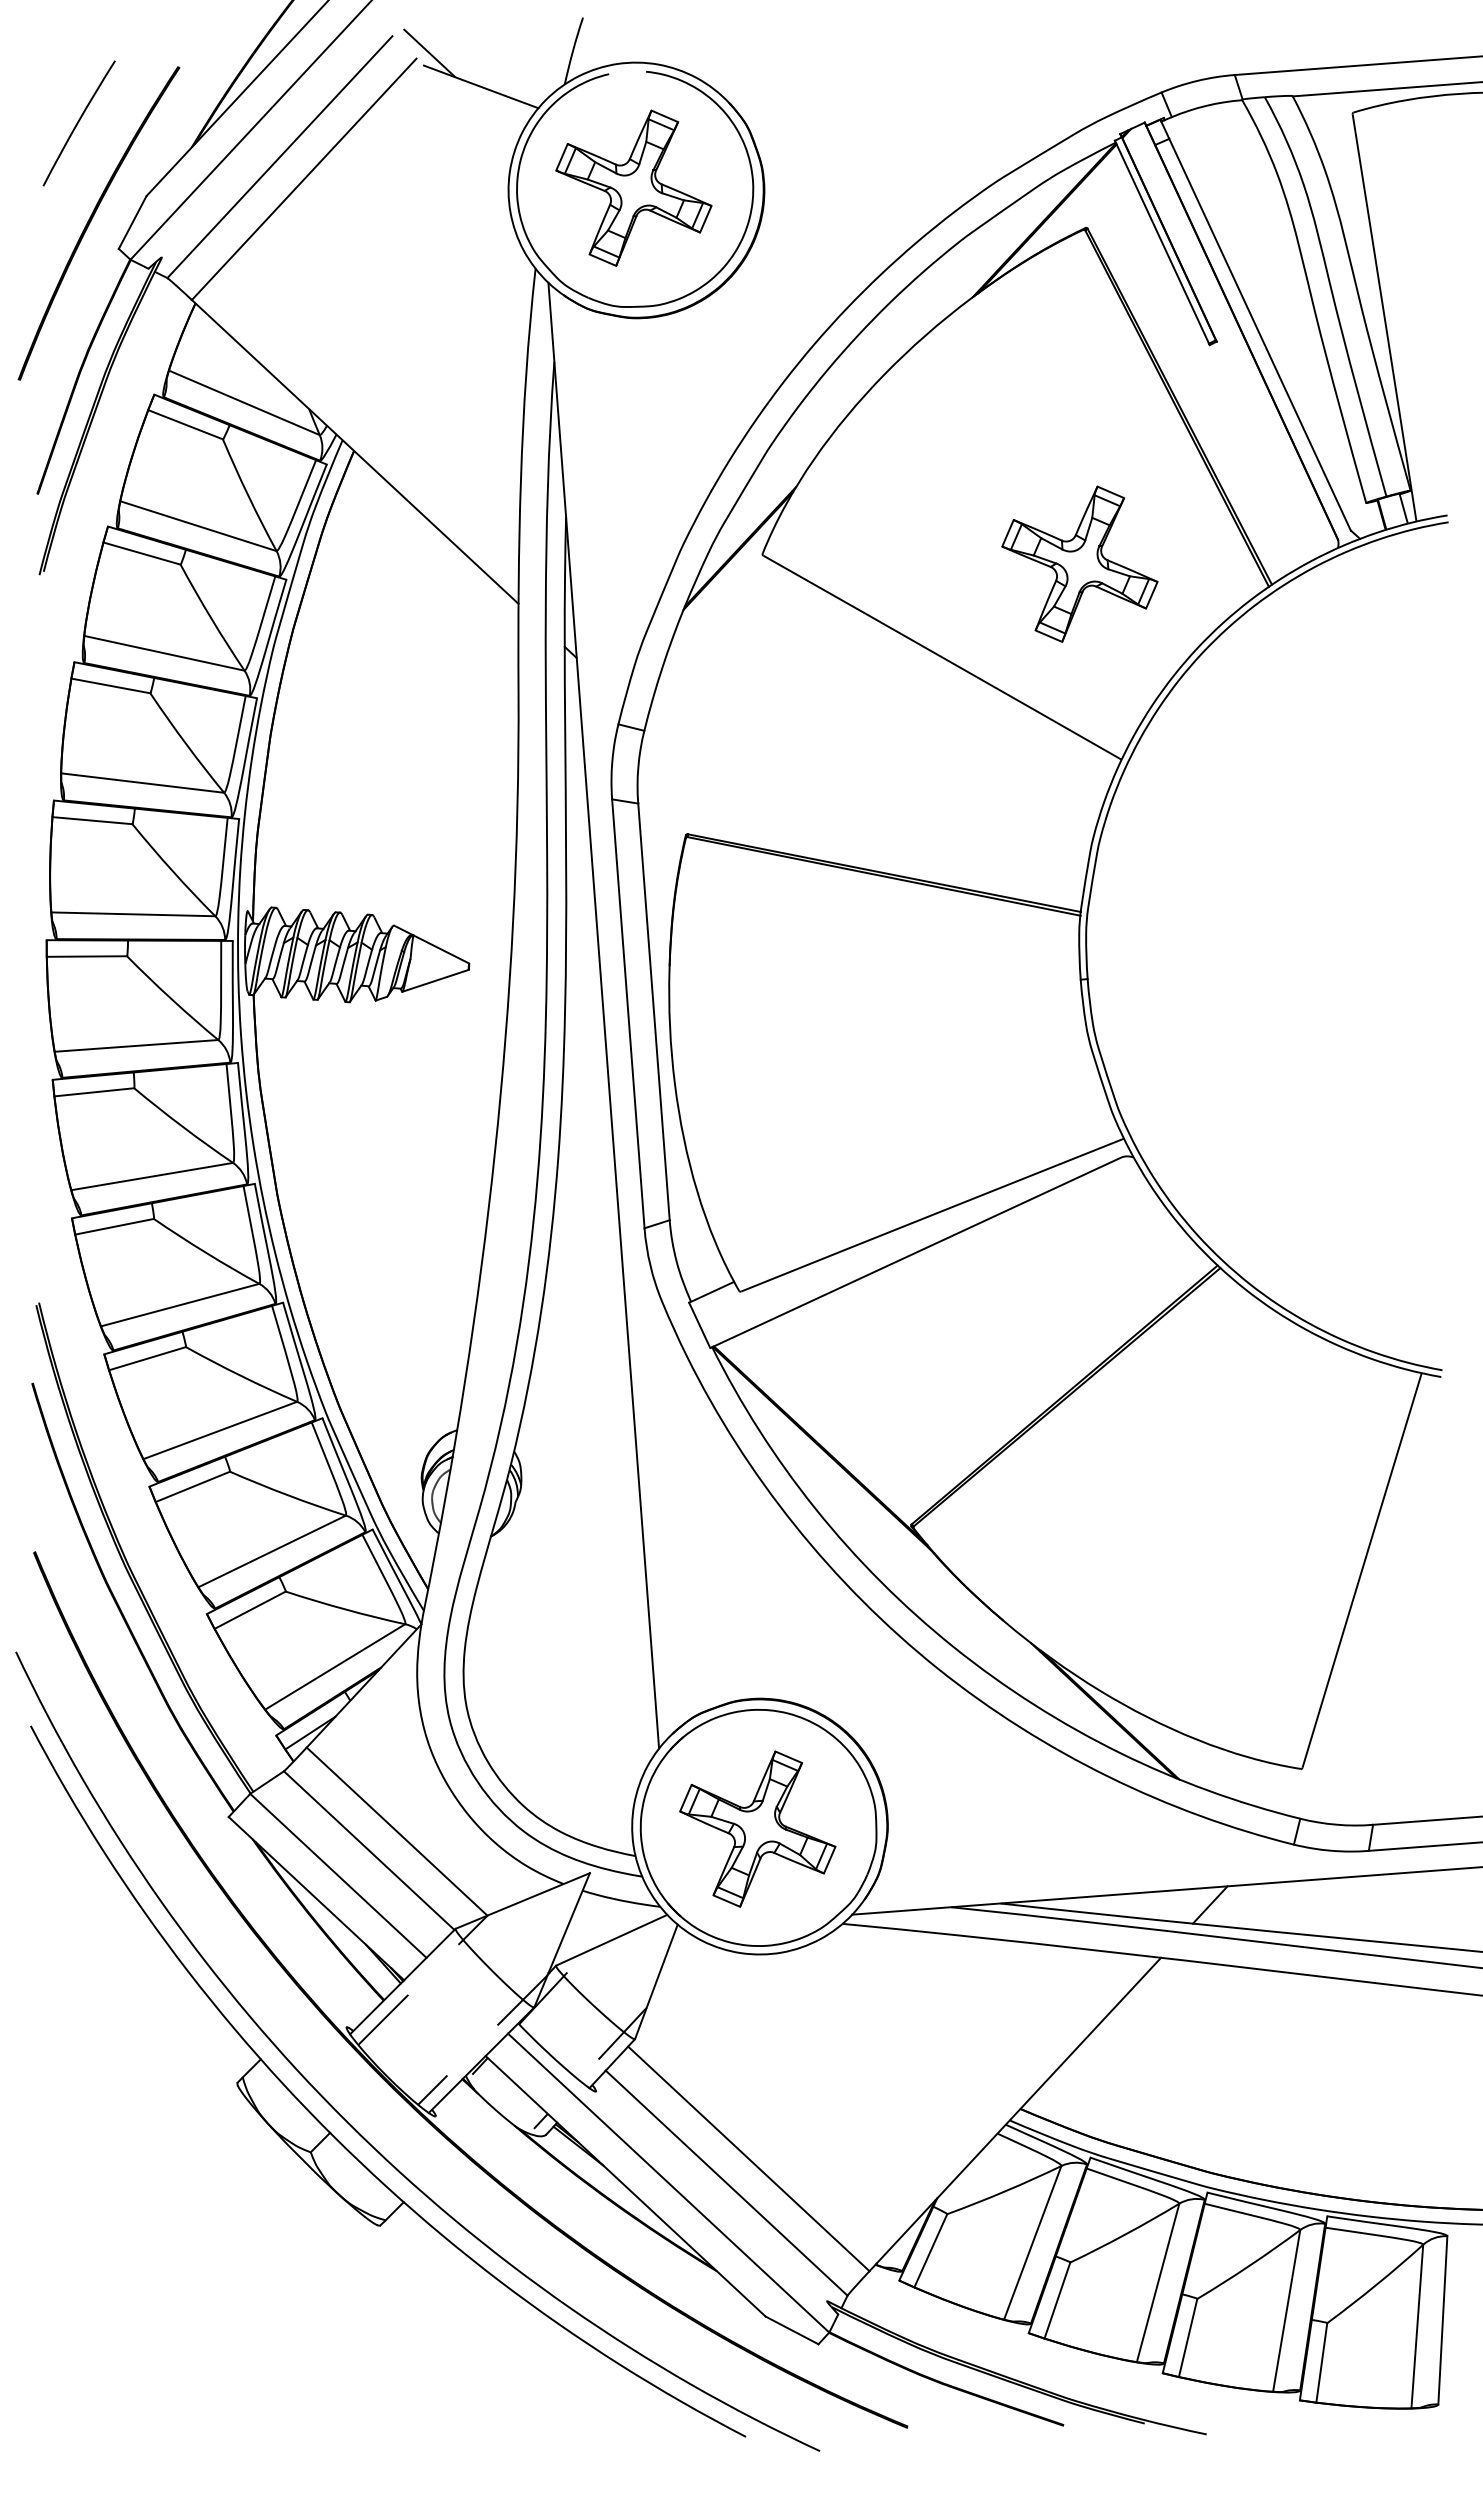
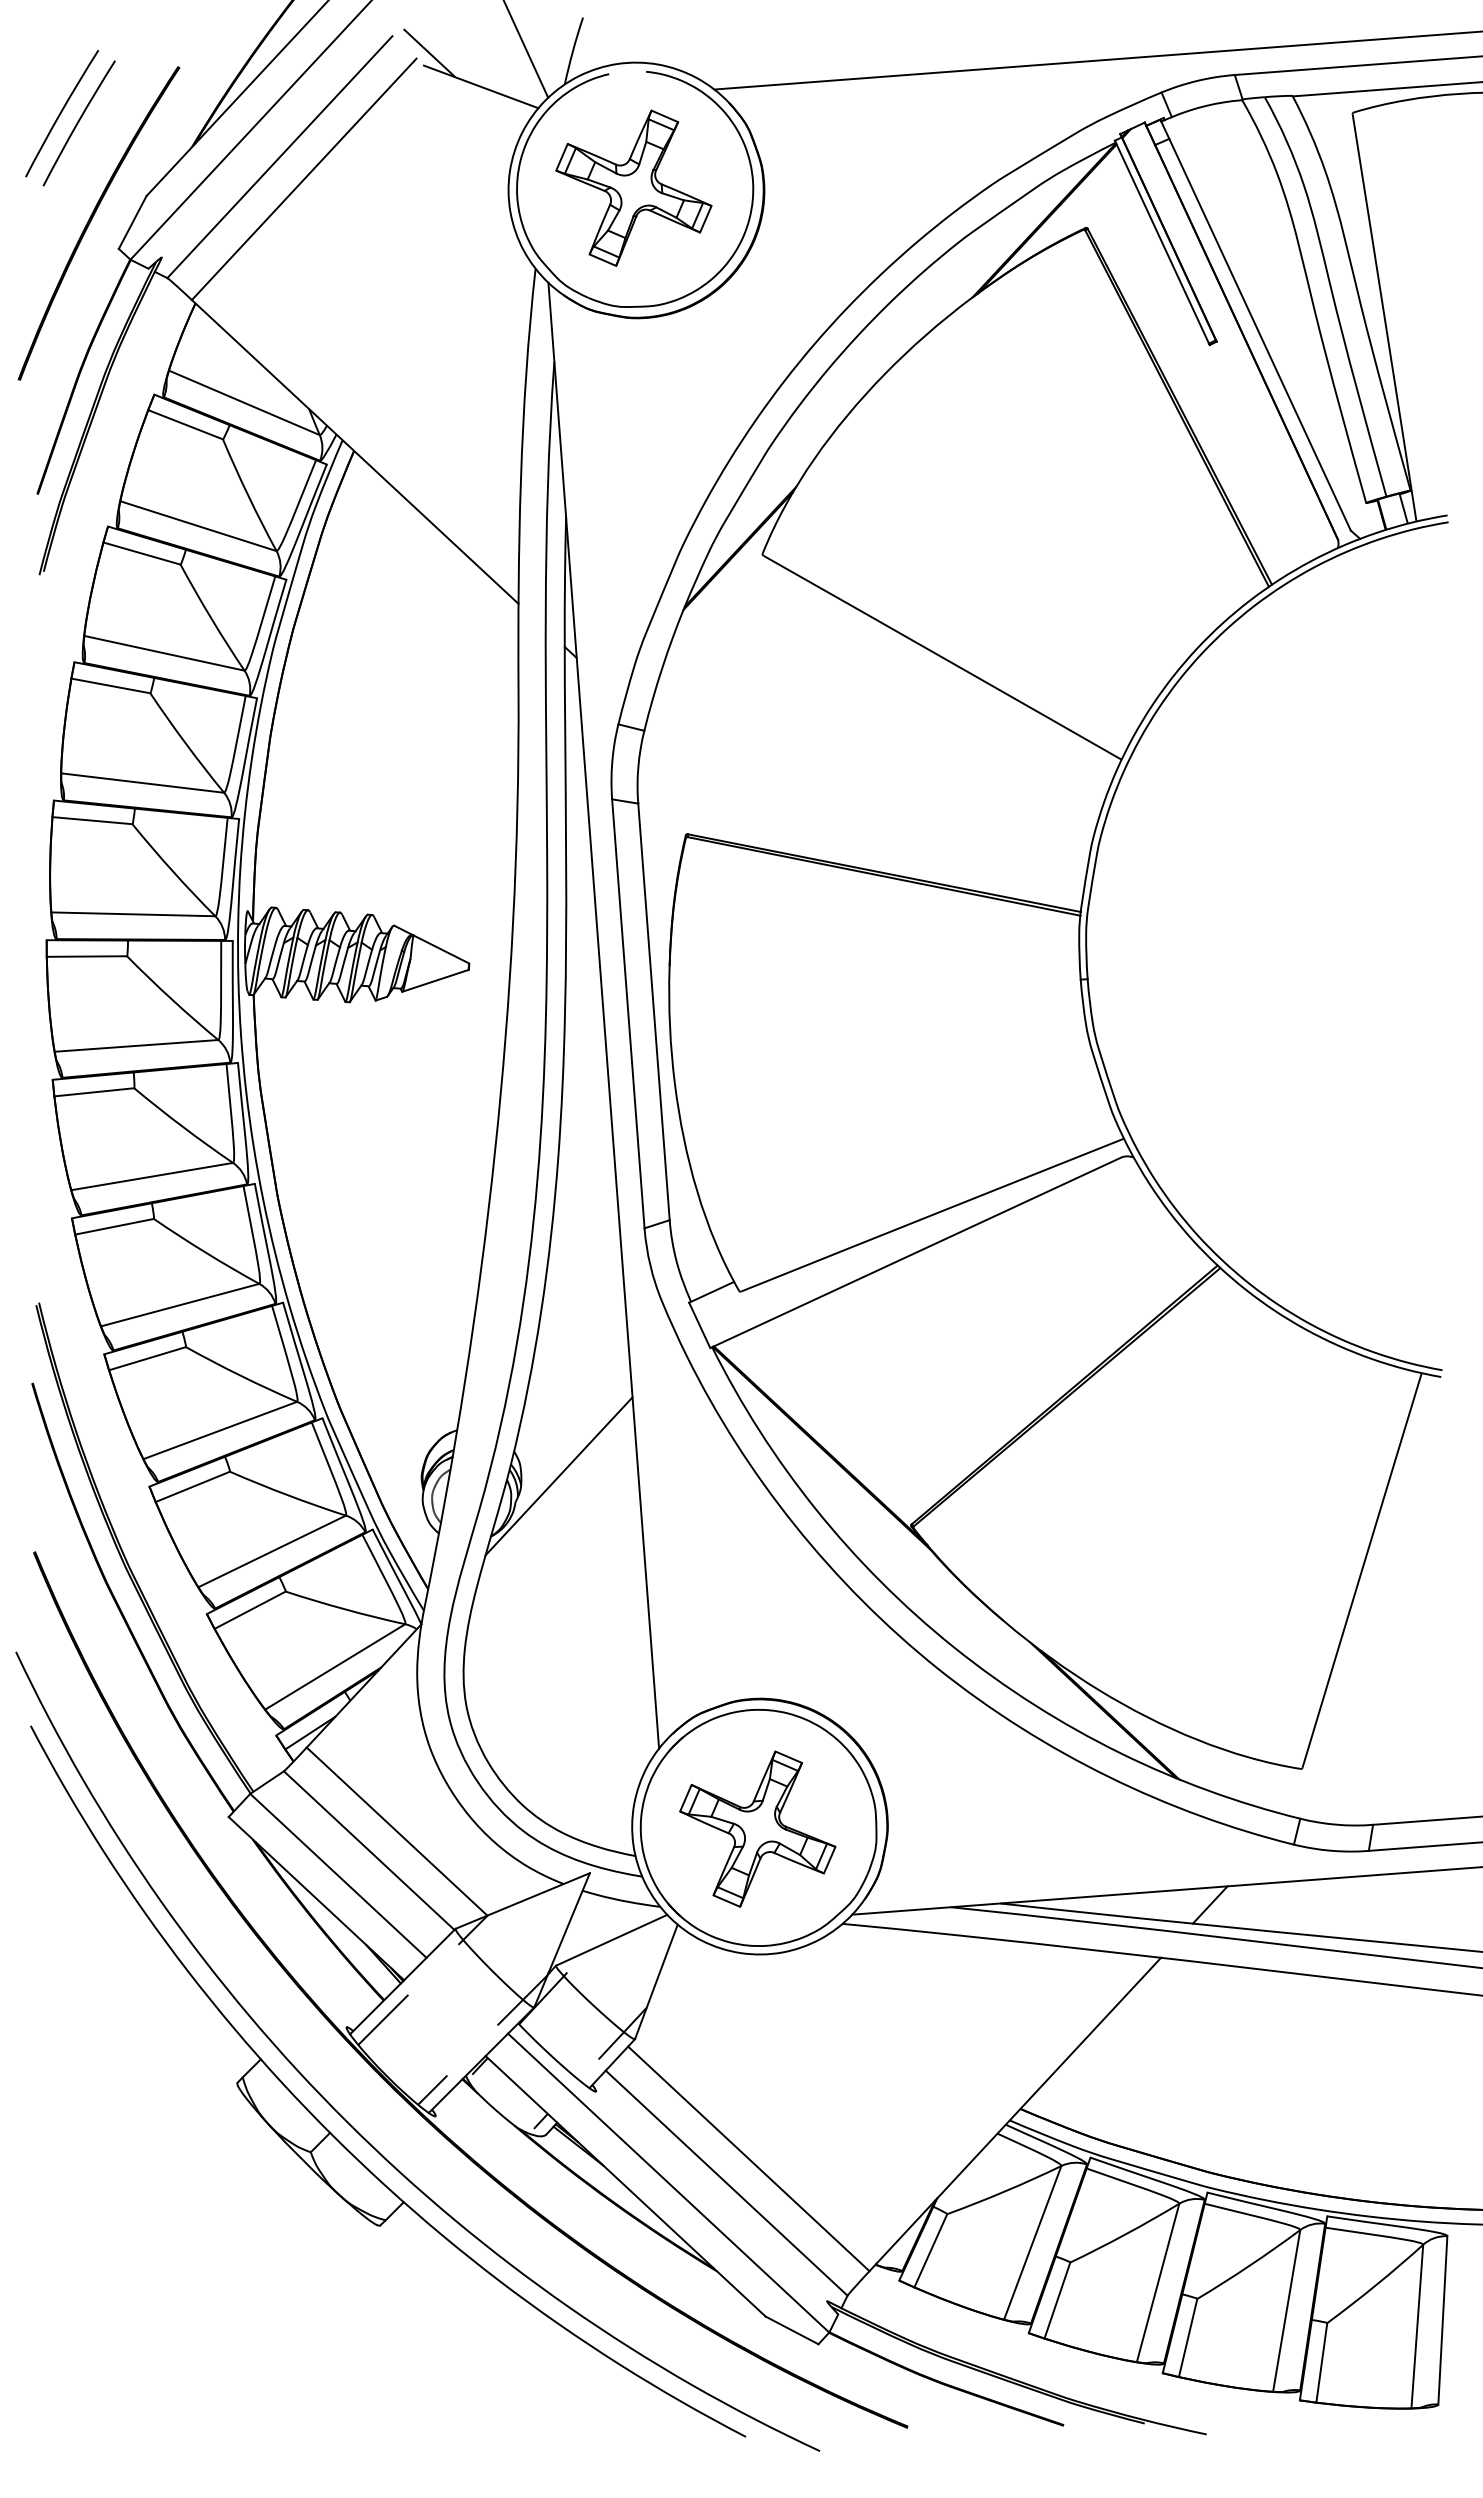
line at (526, 49): none -> present
line at (1096, 60): none -> present
curve at (61, 113): none -> present
part at (1079, 563): present -> none
line at (558, 1476): none -> present
